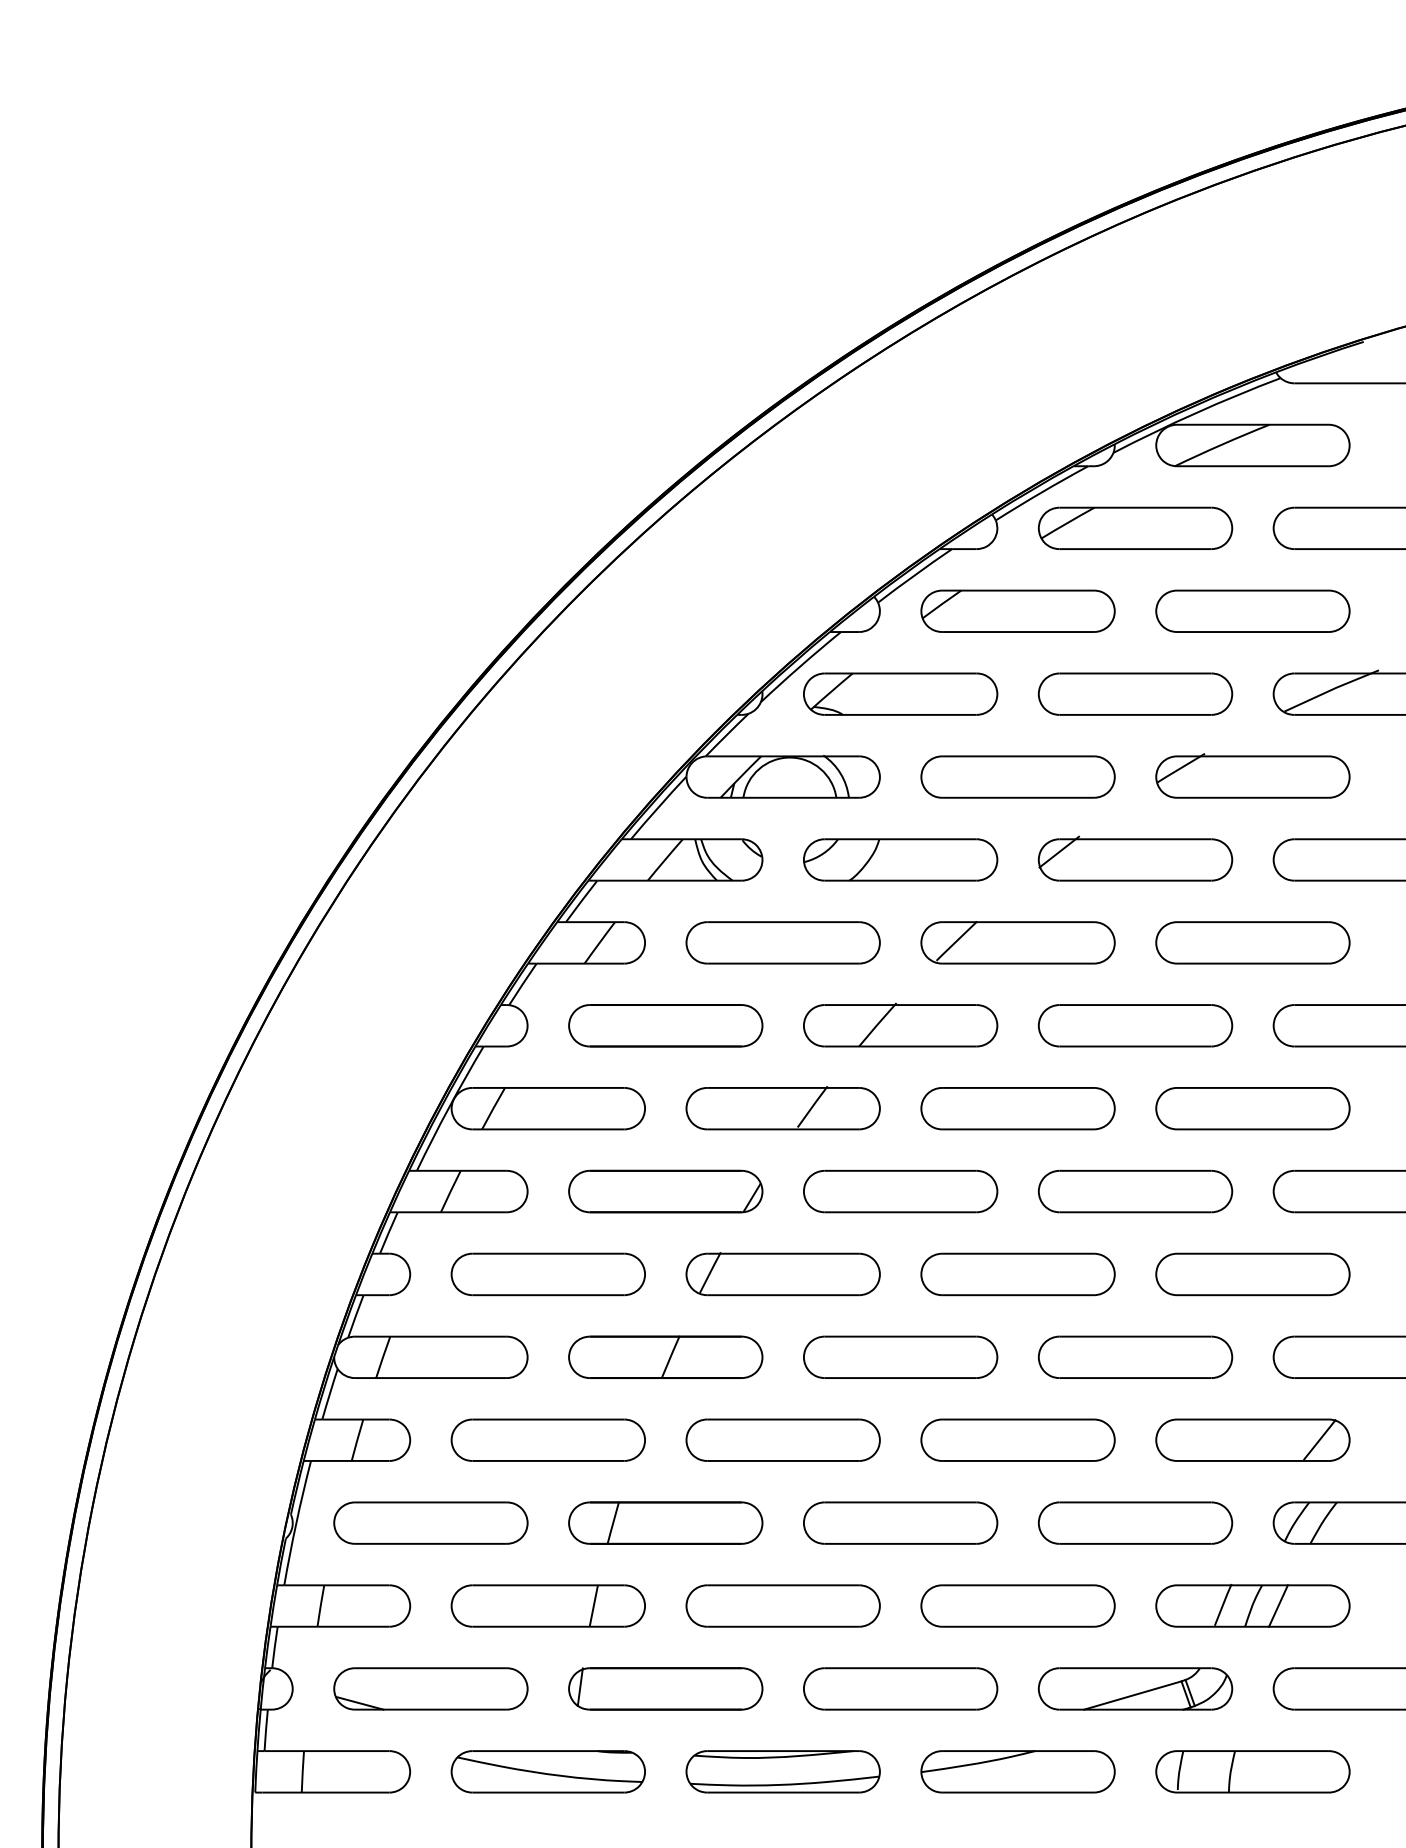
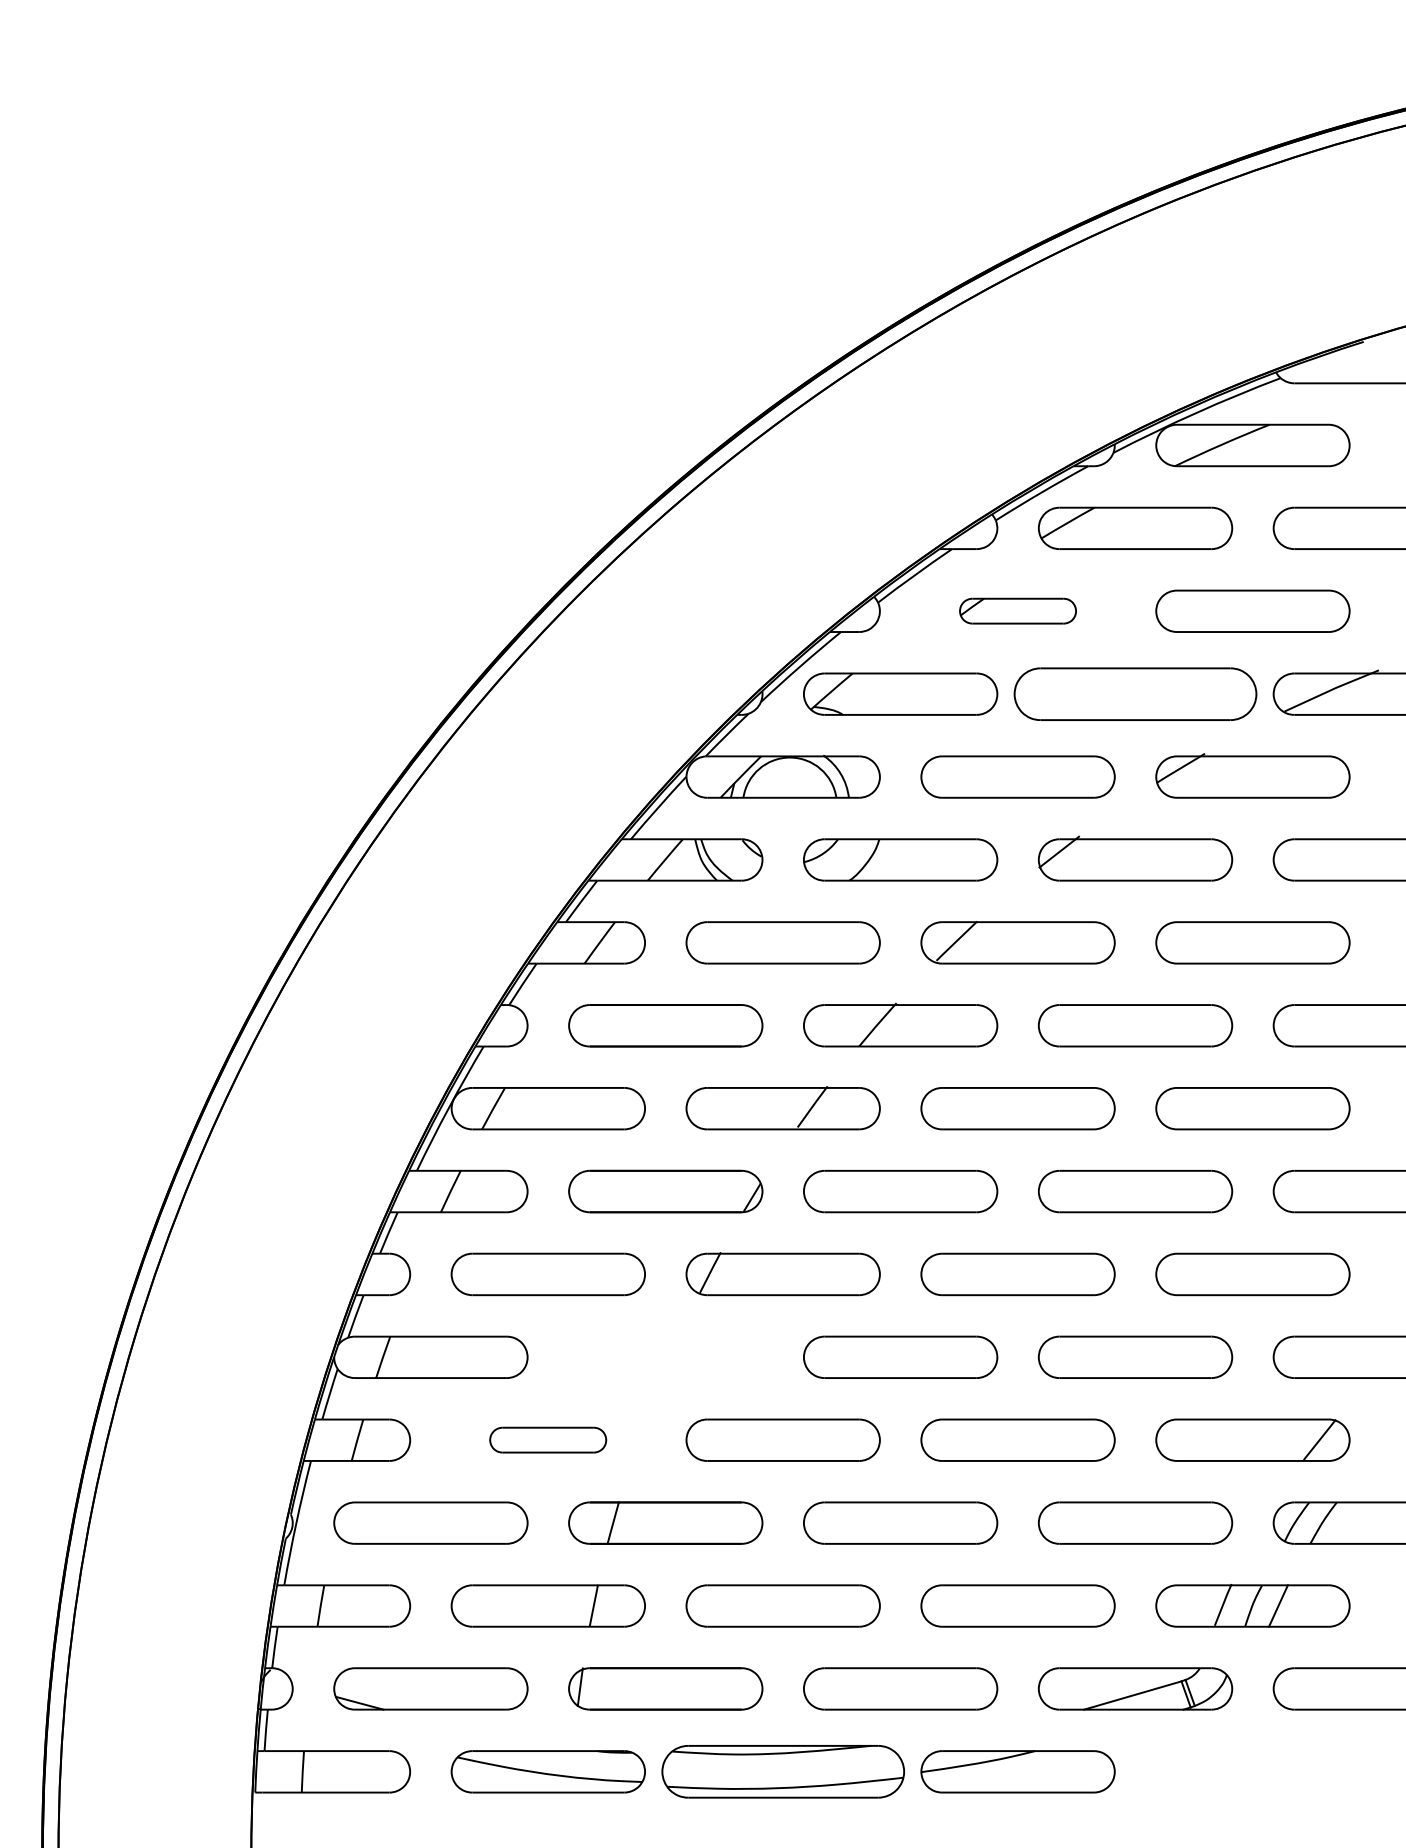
part at (1017, 610) size: 196x44 px -> 118x28 px
part at (1135, 693) size: 197x44 px -> 245x54 px
part at (665, 1356): present -> none
part at (547, 1439) size: 196x44 px -> 119x28 px
part at (782, 1771) size: 196x44 px -> 244x54 px
part at (1252, 1771): present -> none
